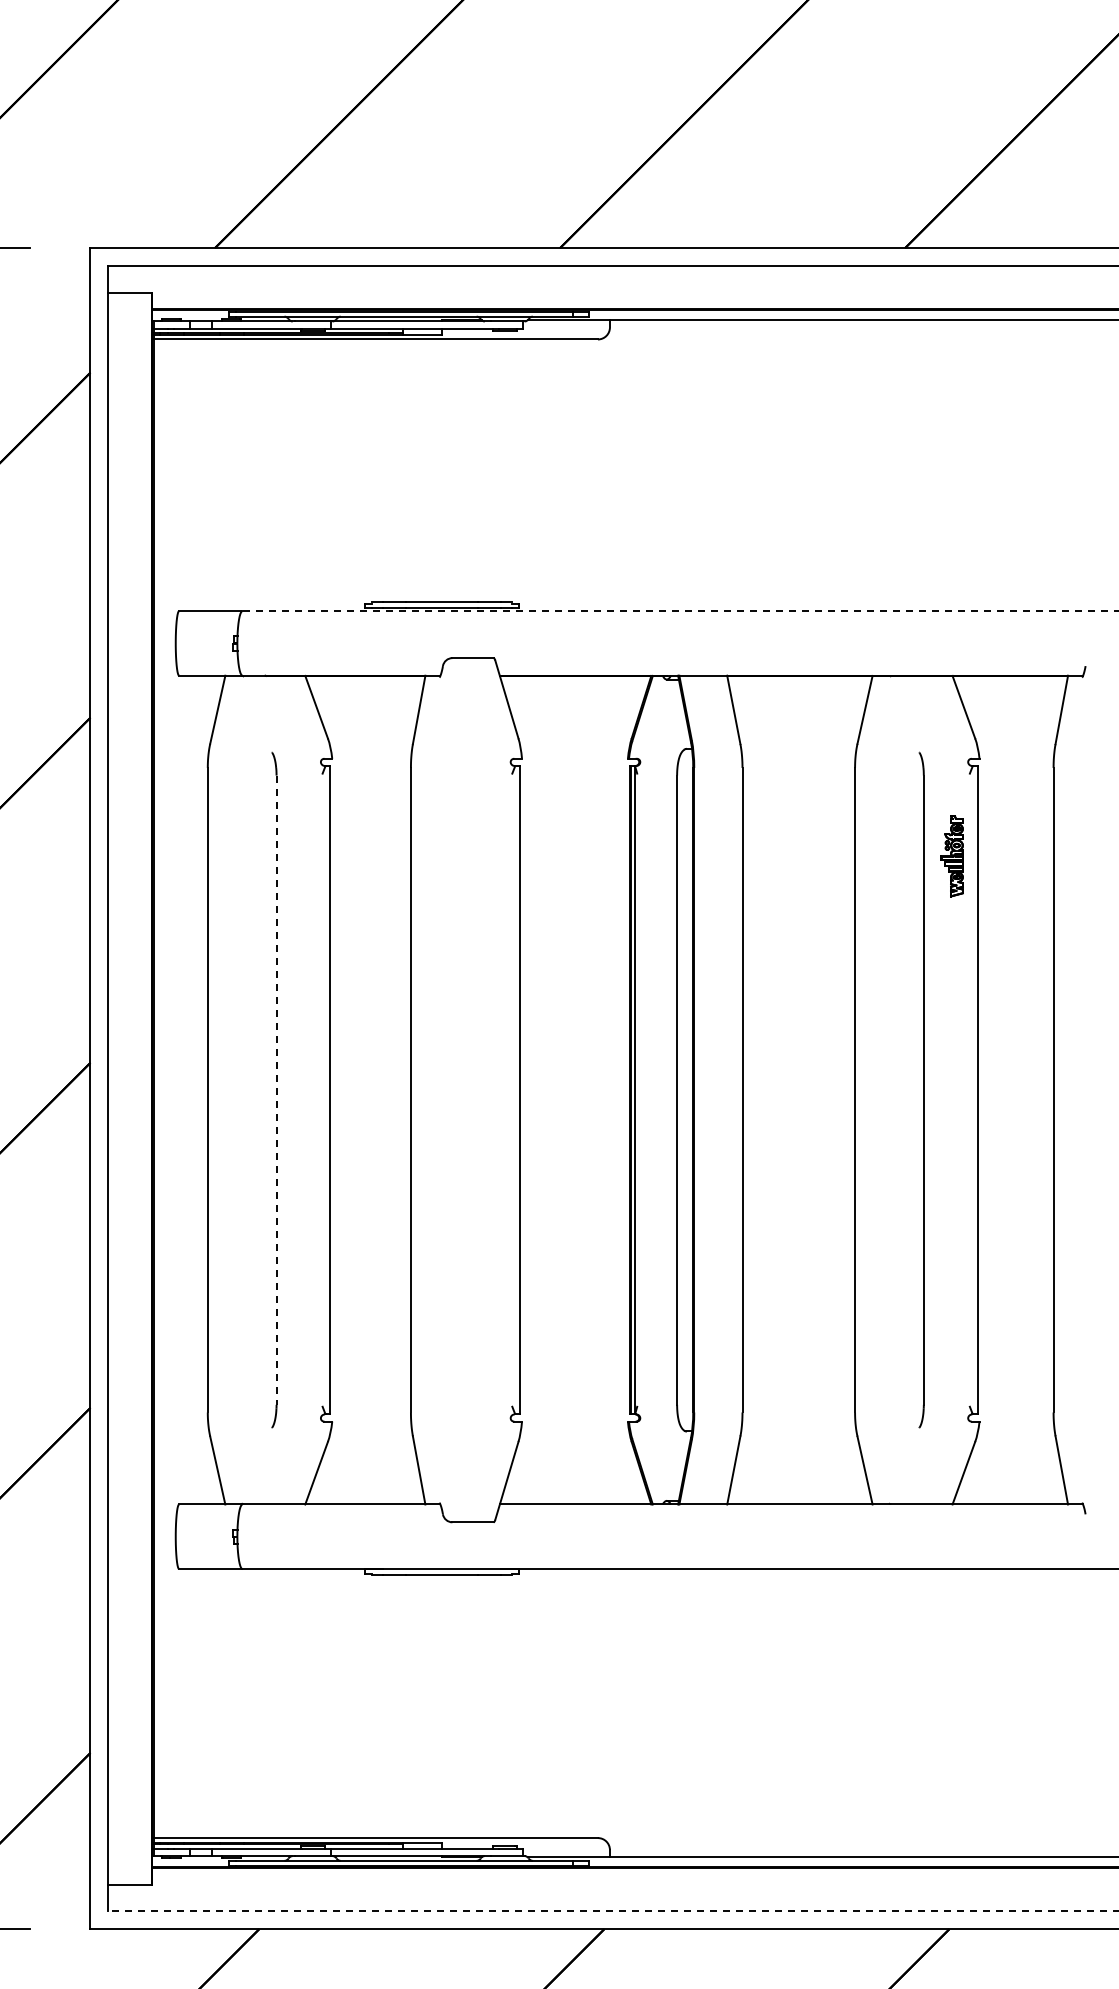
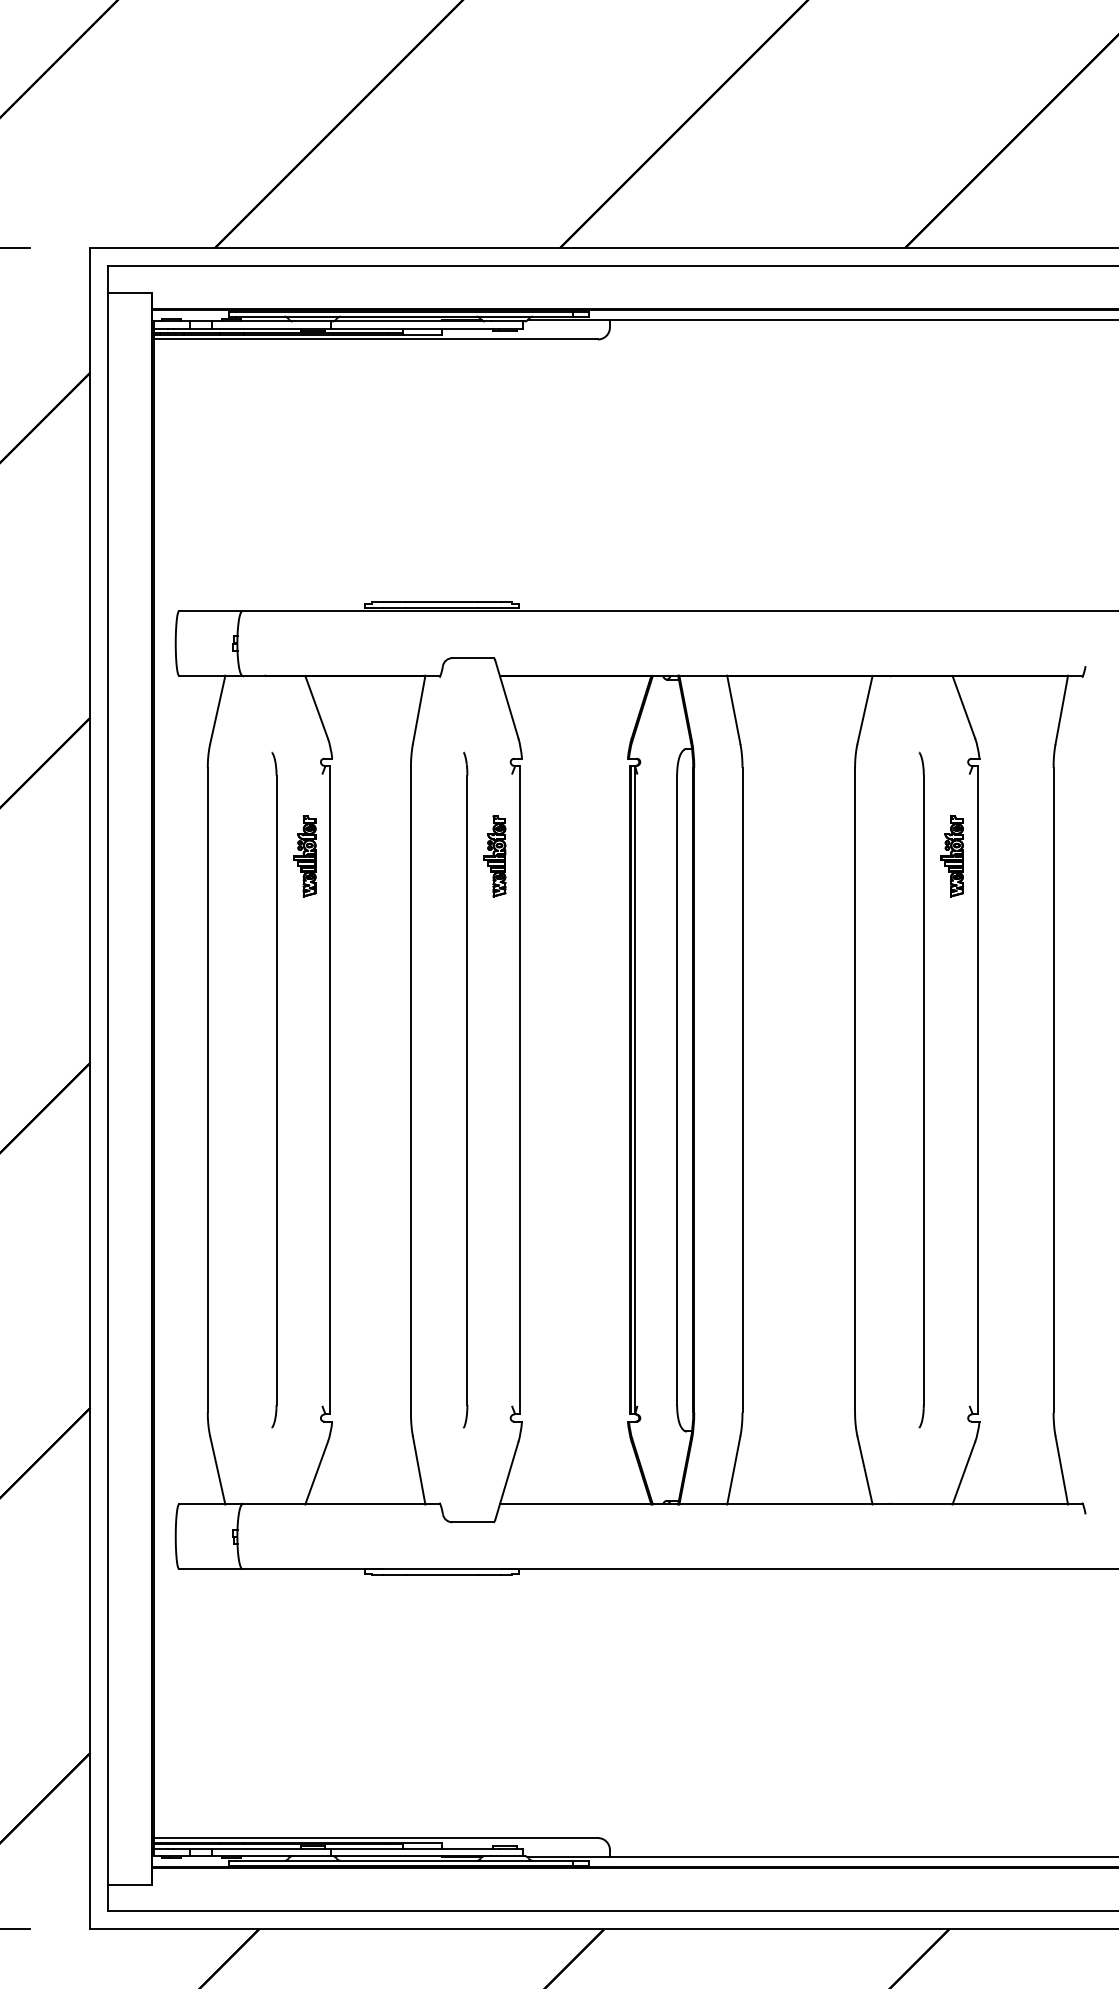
line at (680, 611): dashed -> solid
part at (304, 856): none -> present
part at (494, 856): none -> present
part at (465, 1089): none -> present
line at (276, 1090): dashed -> solid
line at (613, 1911): dashed -> solid
